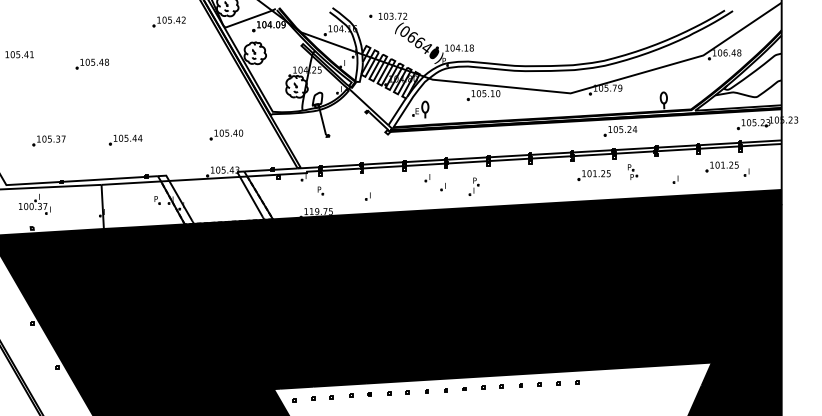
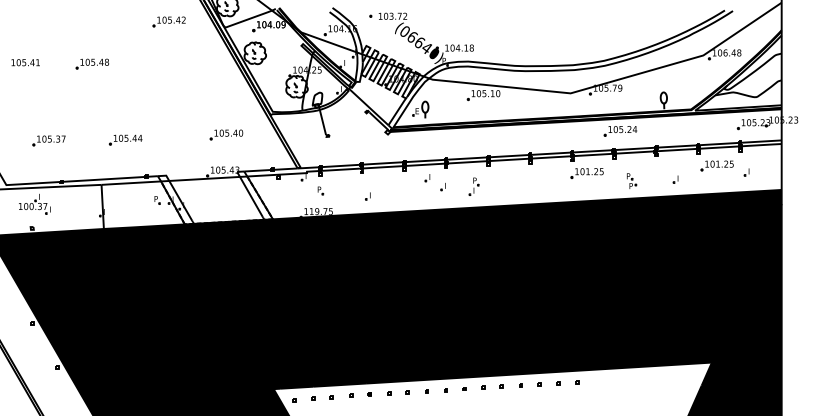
text at (19, 54) position: (19, 54) -> (25, 62)
part at (721, 166) position: (721, 166) -> (716, 165)
part at (633, 171) position: (633, 171) -> (632, 180)
part at (593, 175) position: (593, 175) -> (586, 173)
